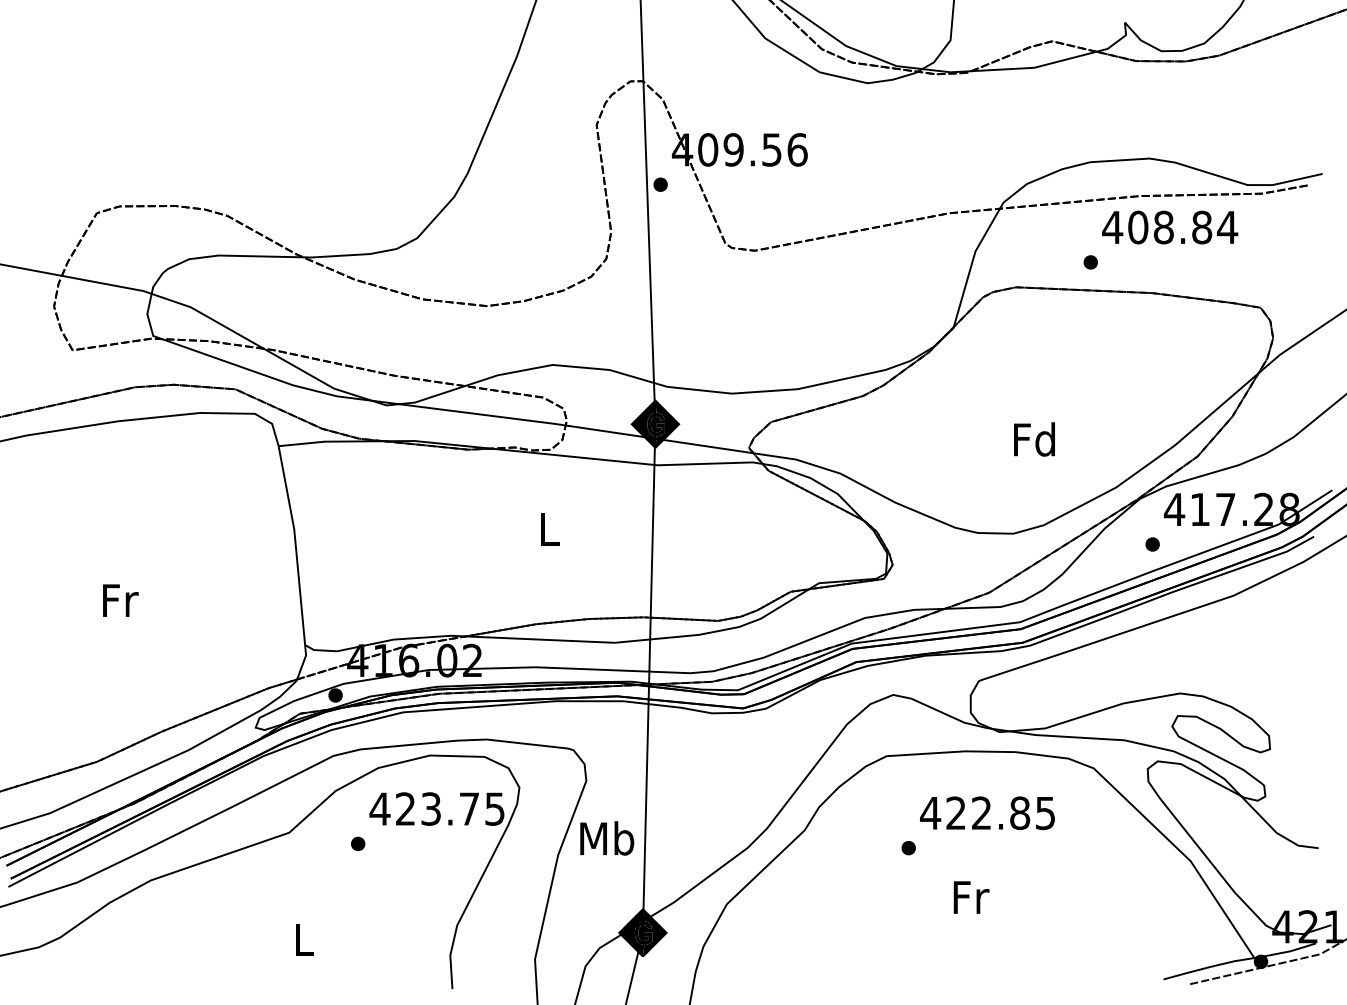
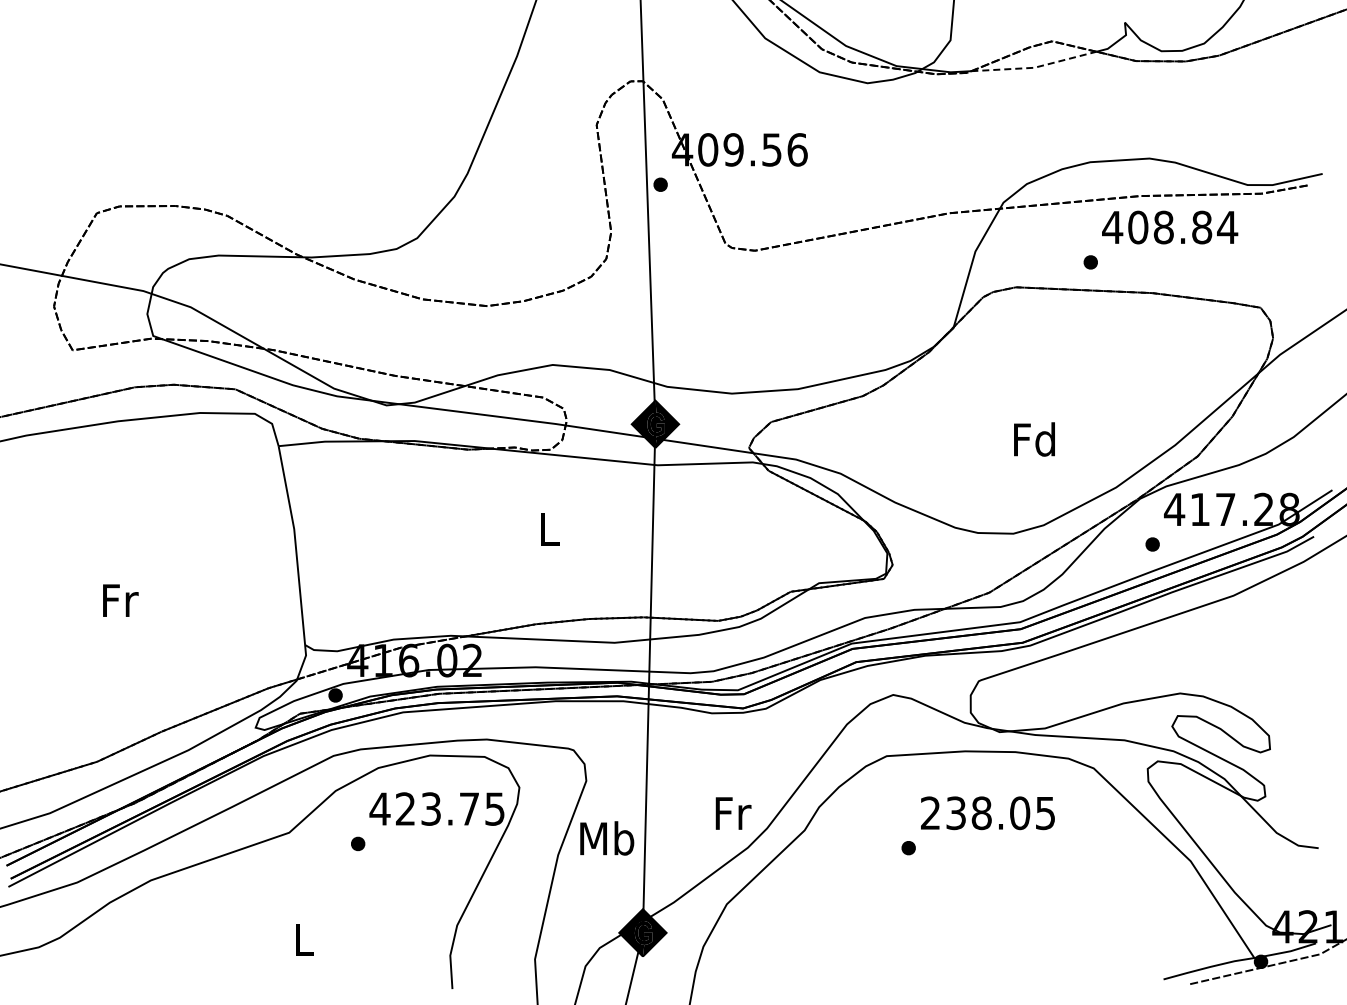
line at (1034, 67): solid -> dashed
text at (975, 813): 422.85 -> 238.05
text at (971, 897) position: (971, 897) -> (733, 813)
